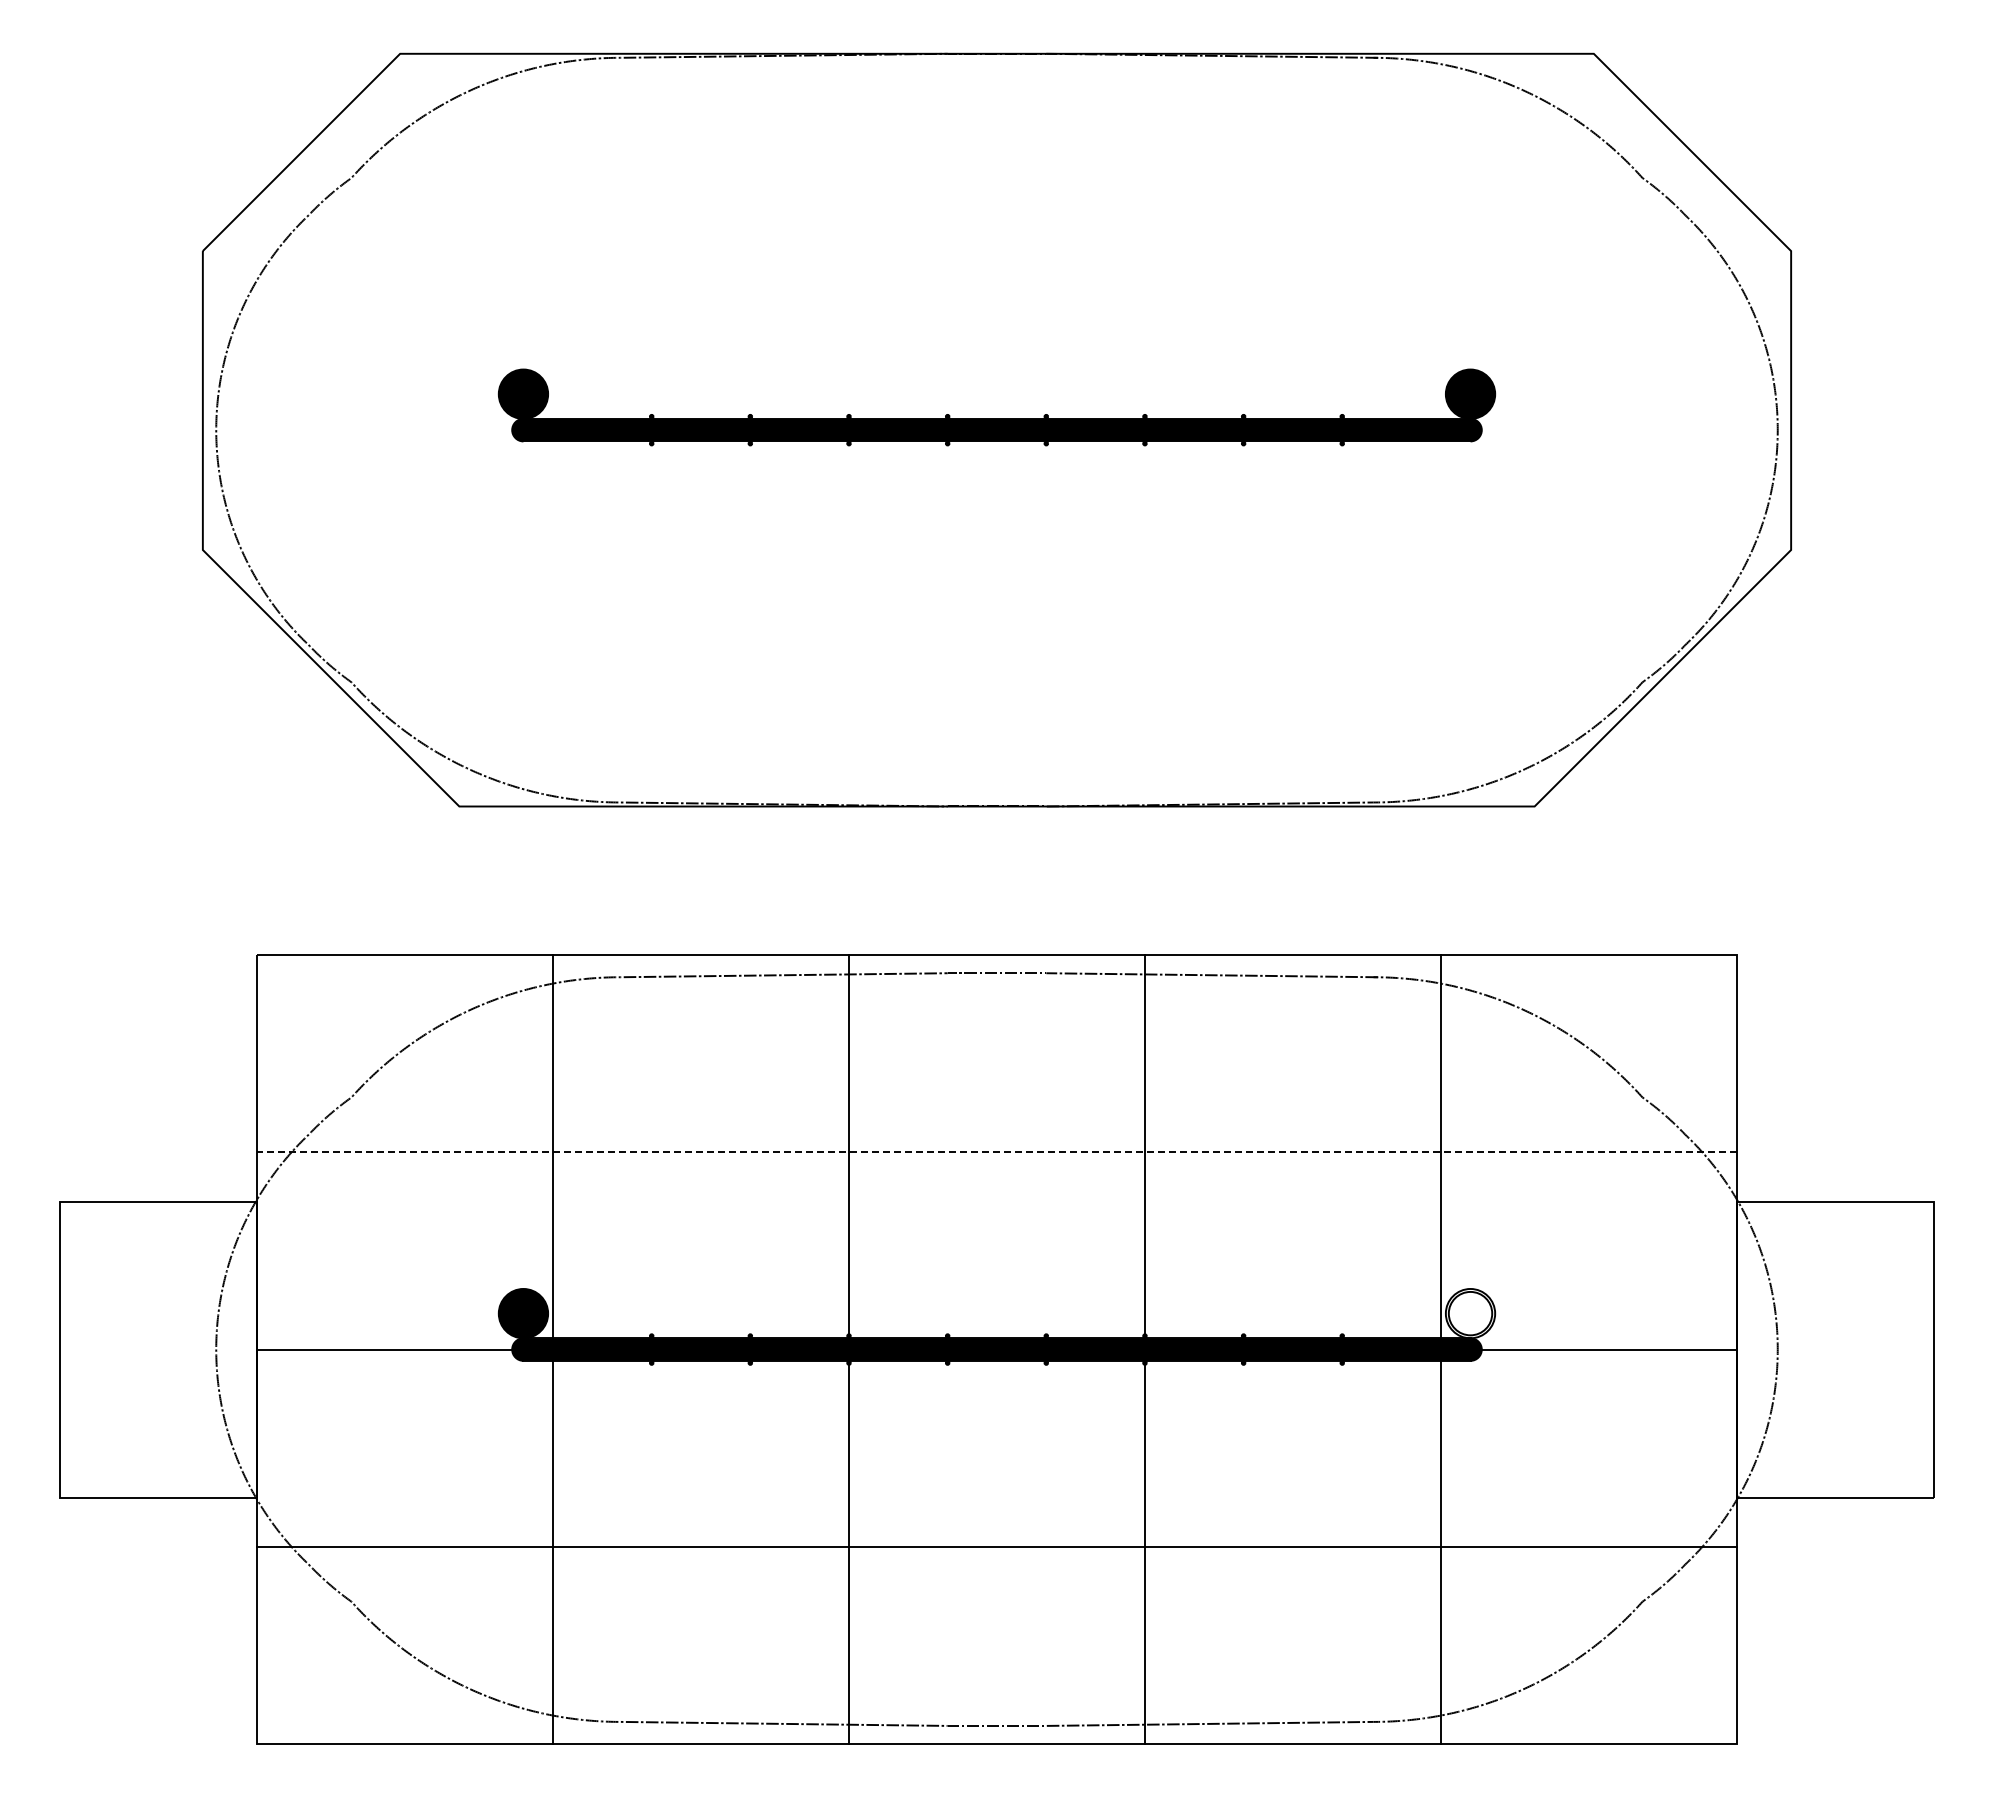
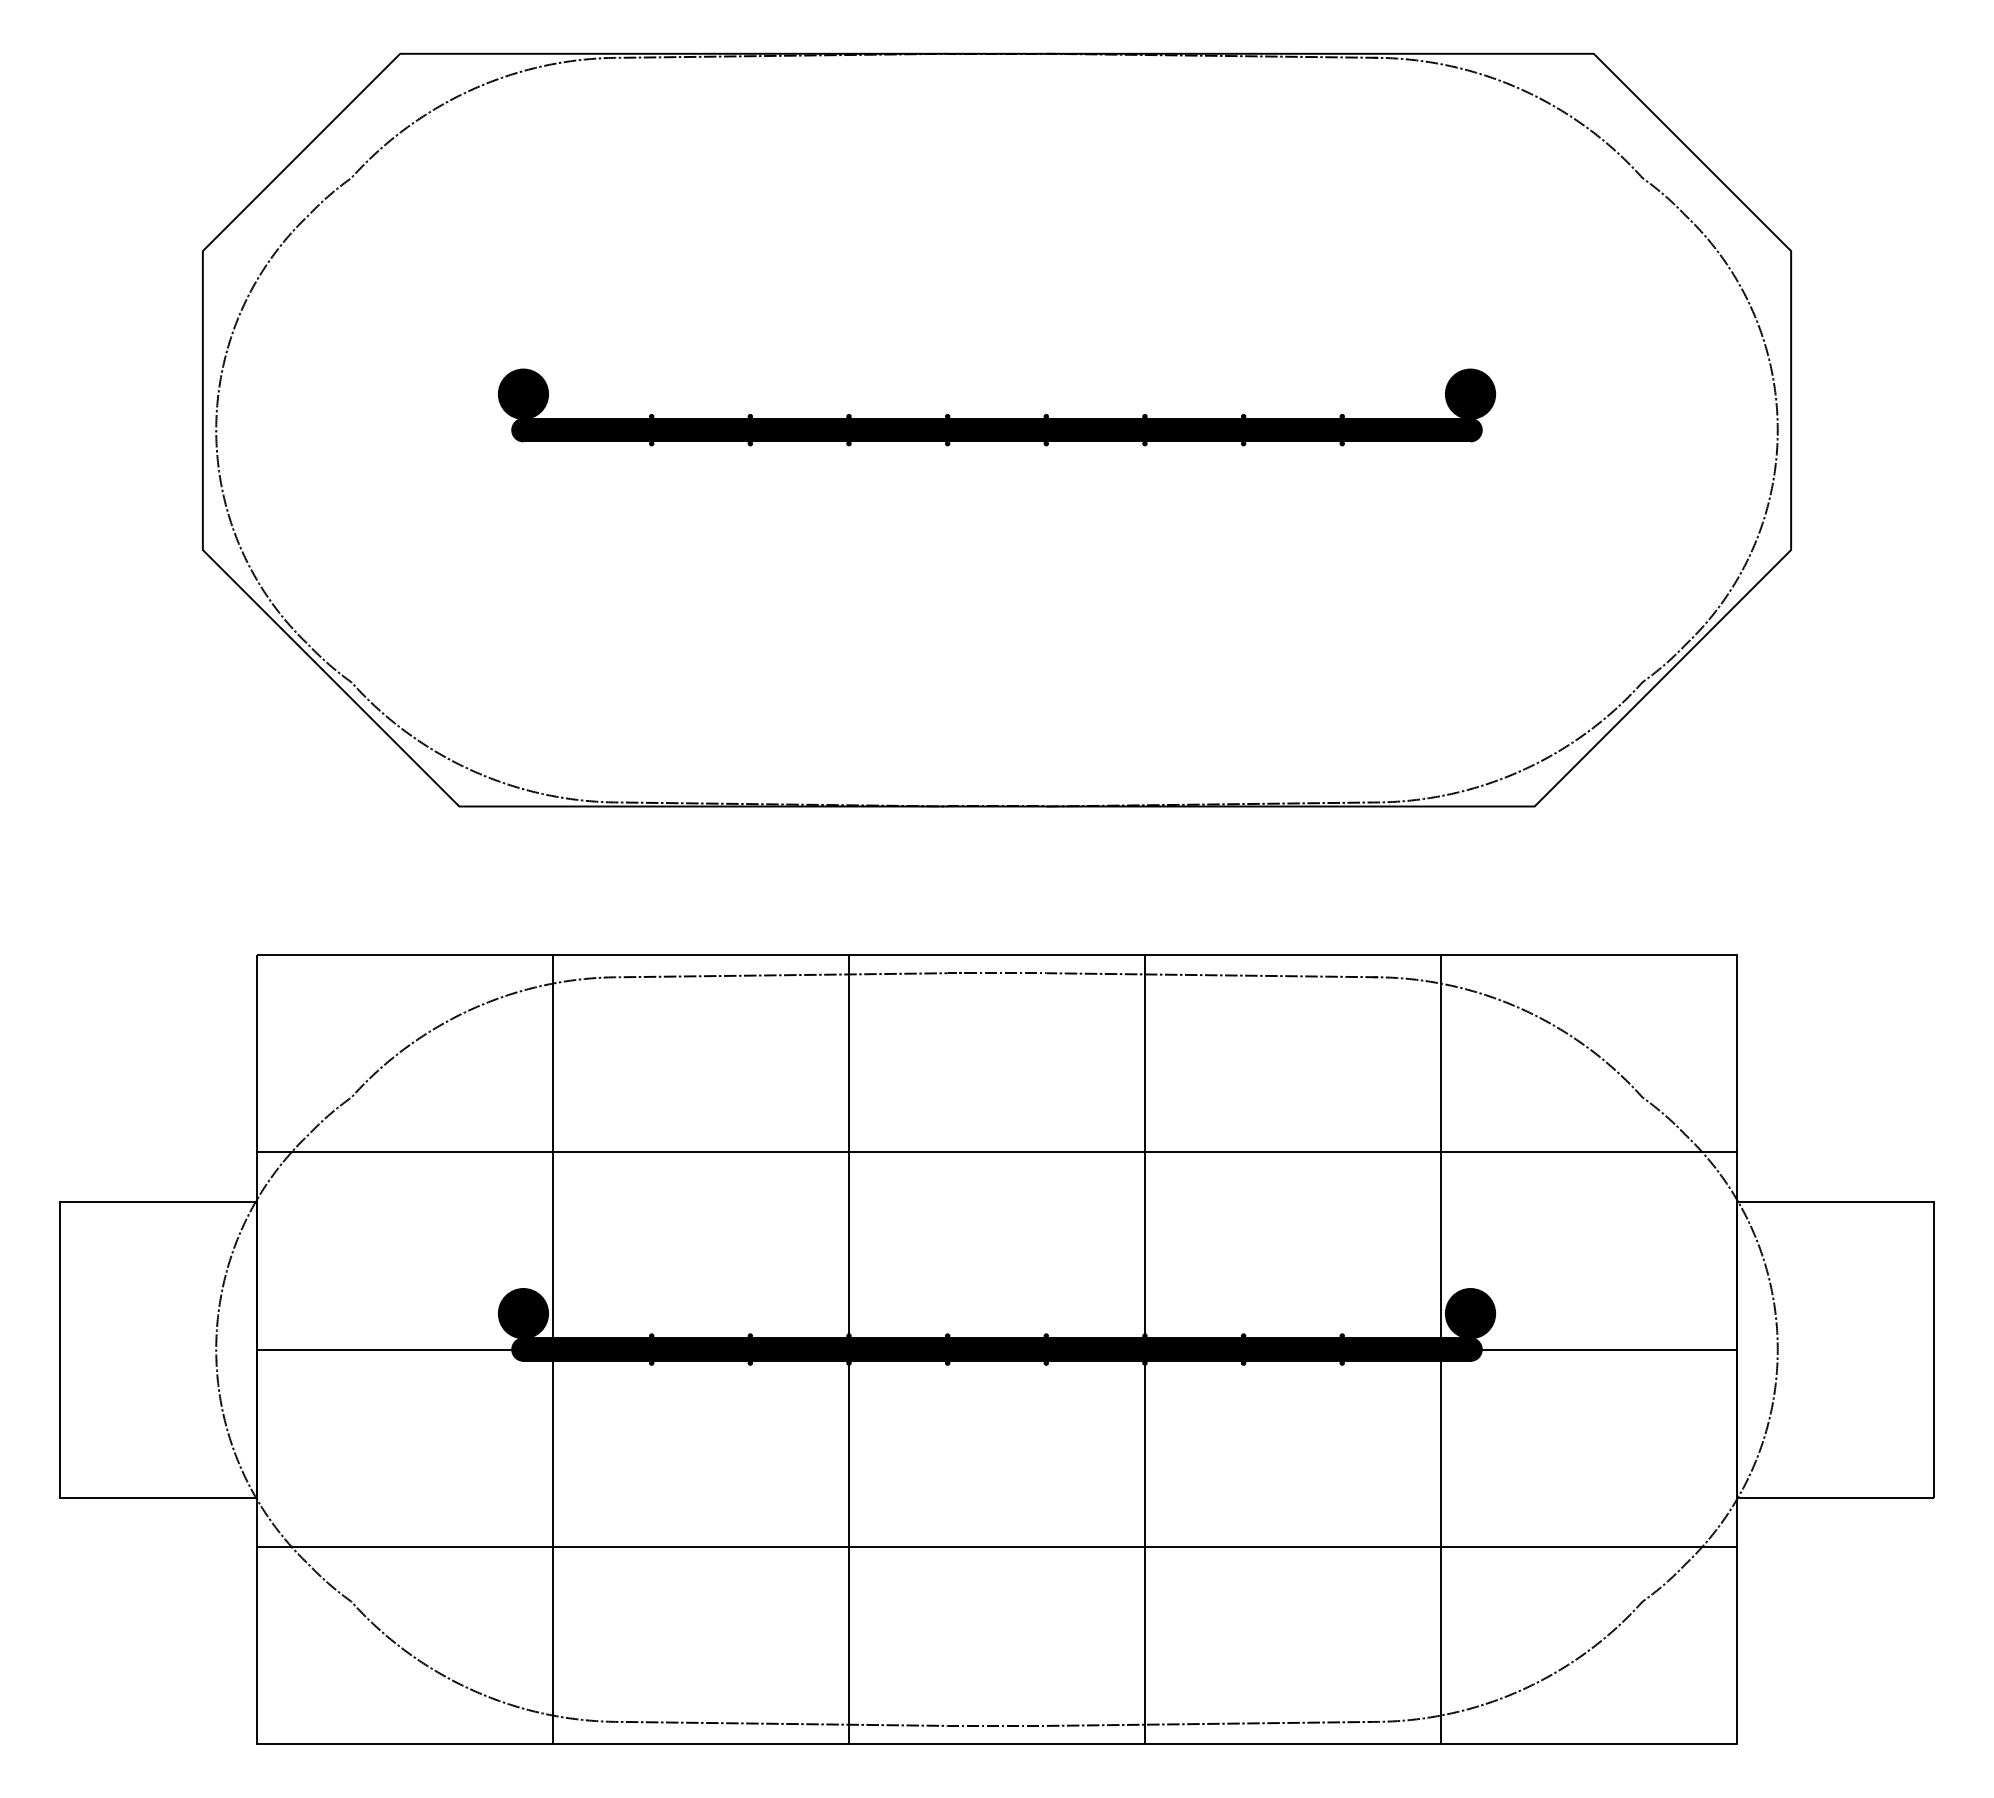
line at (996, 1152): dashed -> solid
fill at (1470, 1313): none -> present
